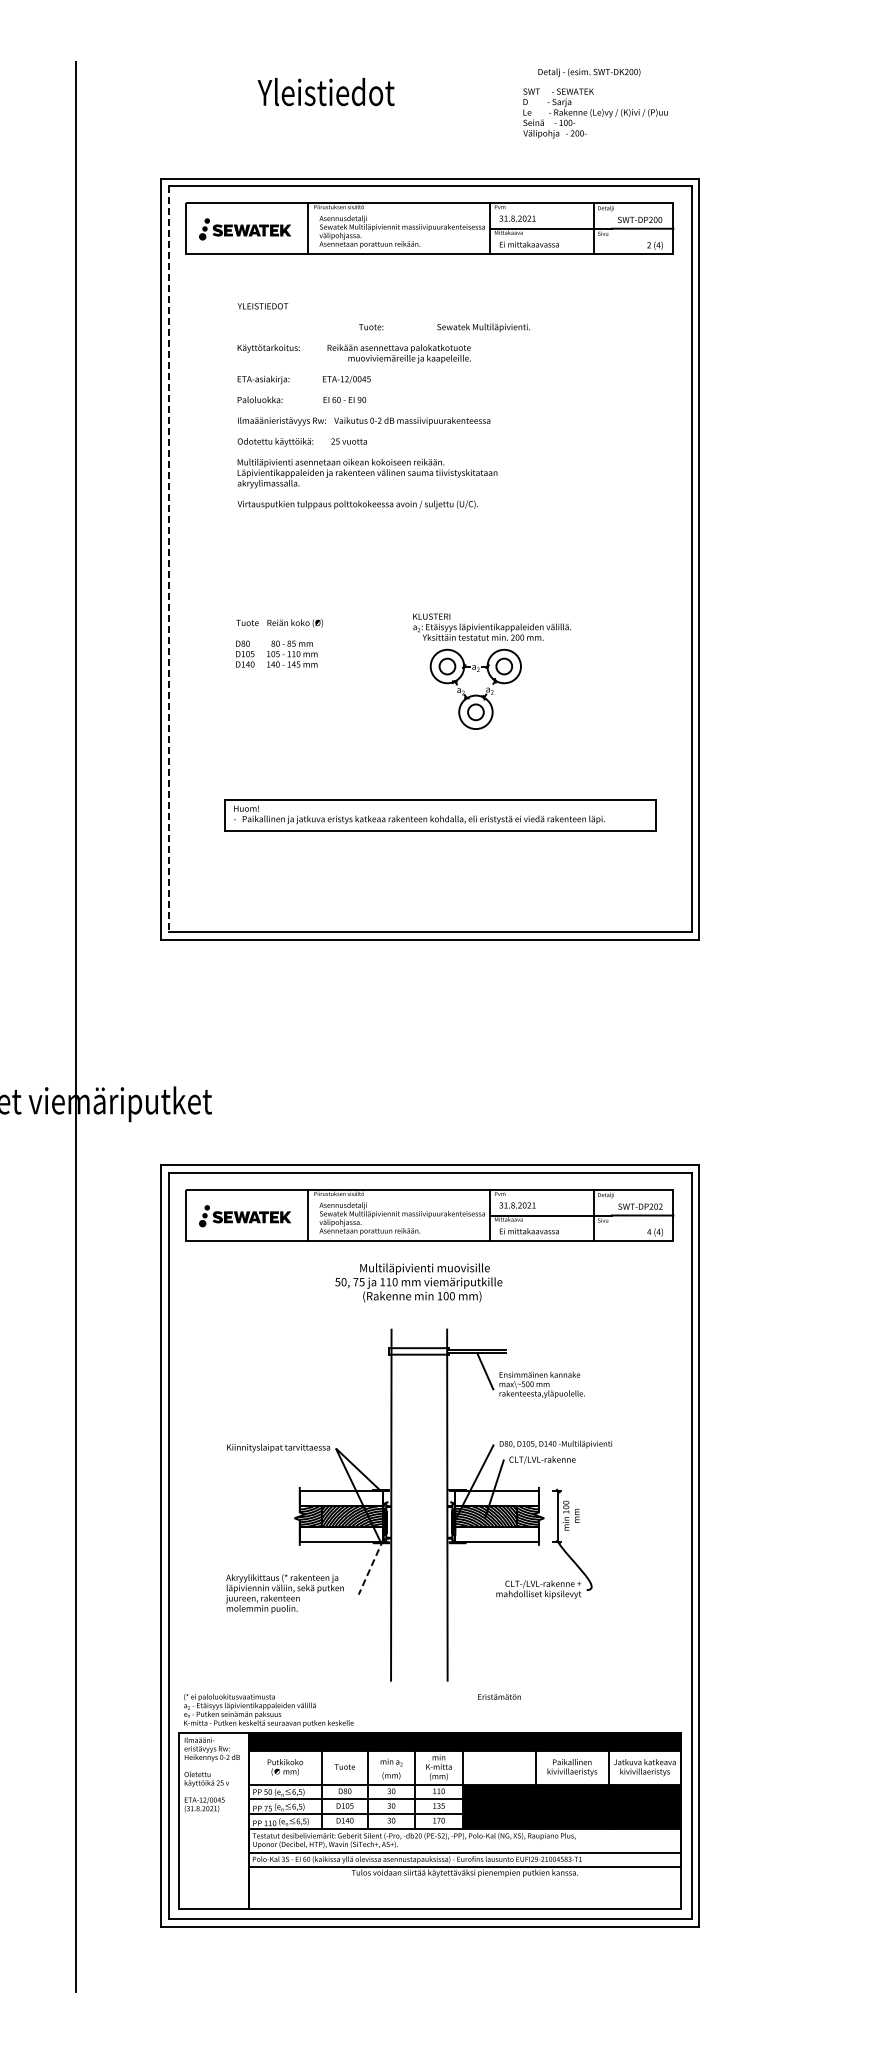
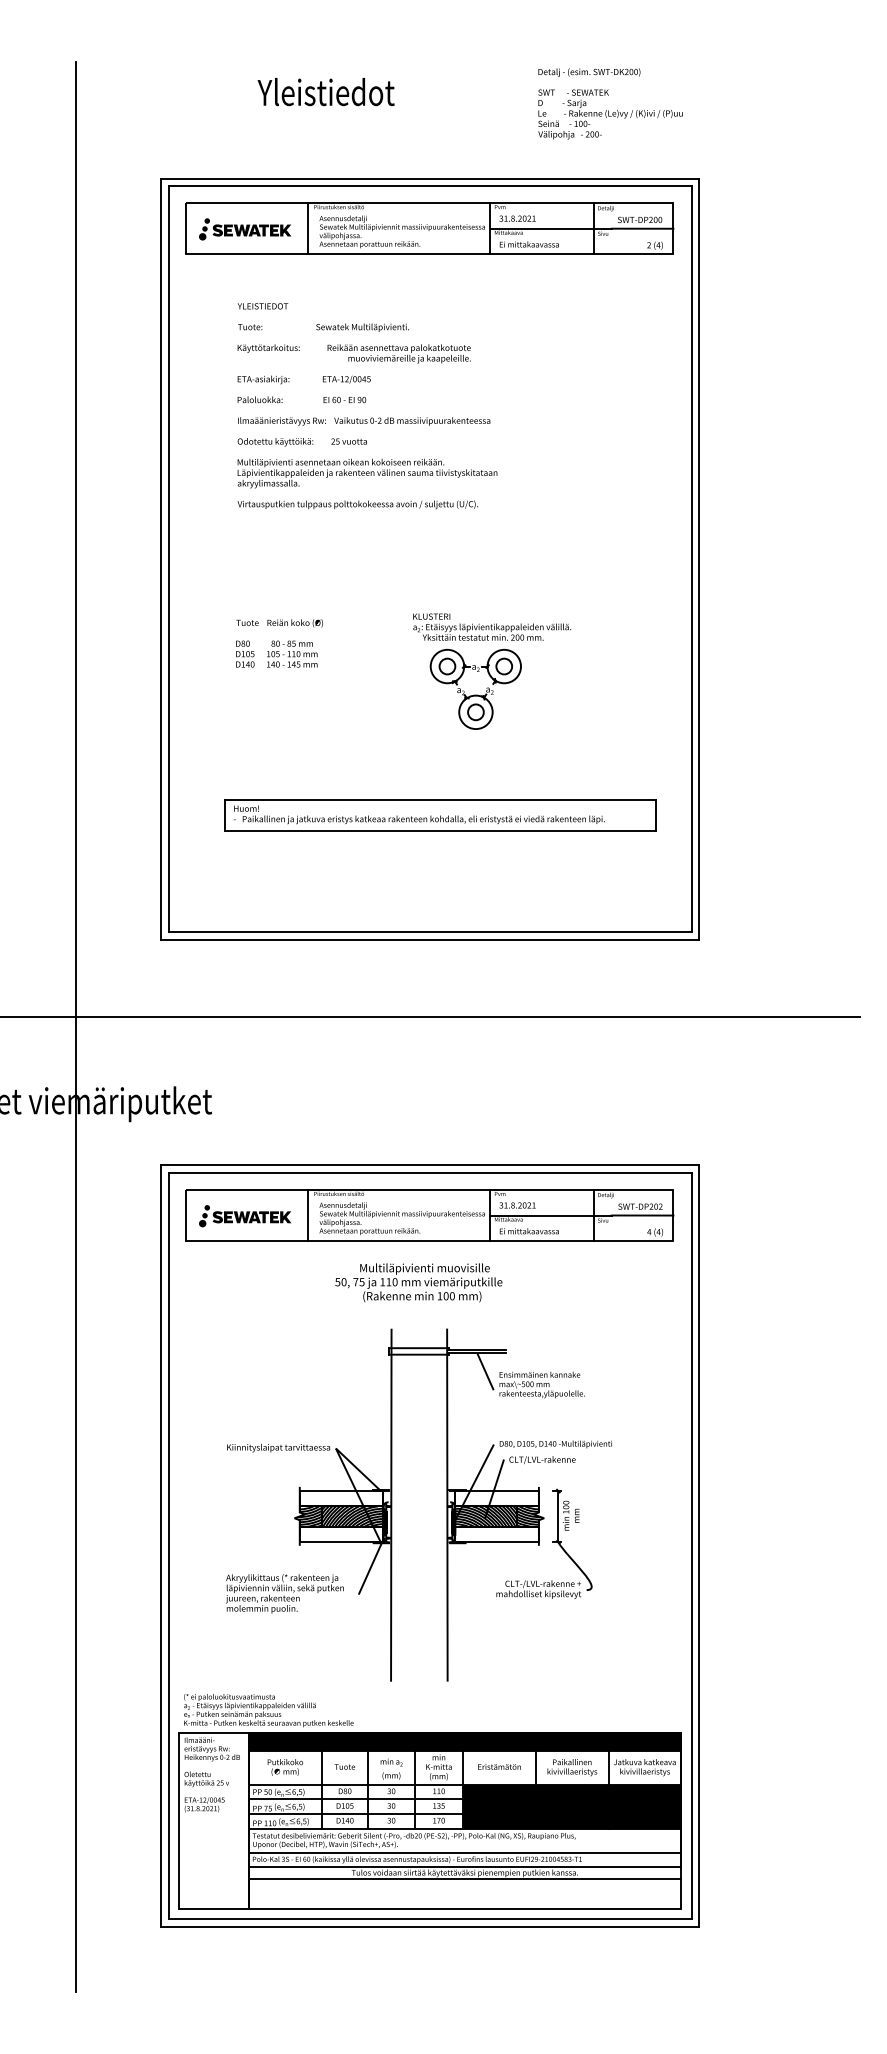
text at (595, 113) position: (595, 113) -> (610, 114)
text at (444, 327) position: (444, 327) -> (323, 327)
line at (168, 559): dashed -> solid
line at (431, 1016): none -> present
line at (370, 1567): dashed -> solid
text at (499, 1696) position: (499, 1696) -> (499, 1766)
line at (464, 1878): none -> present
